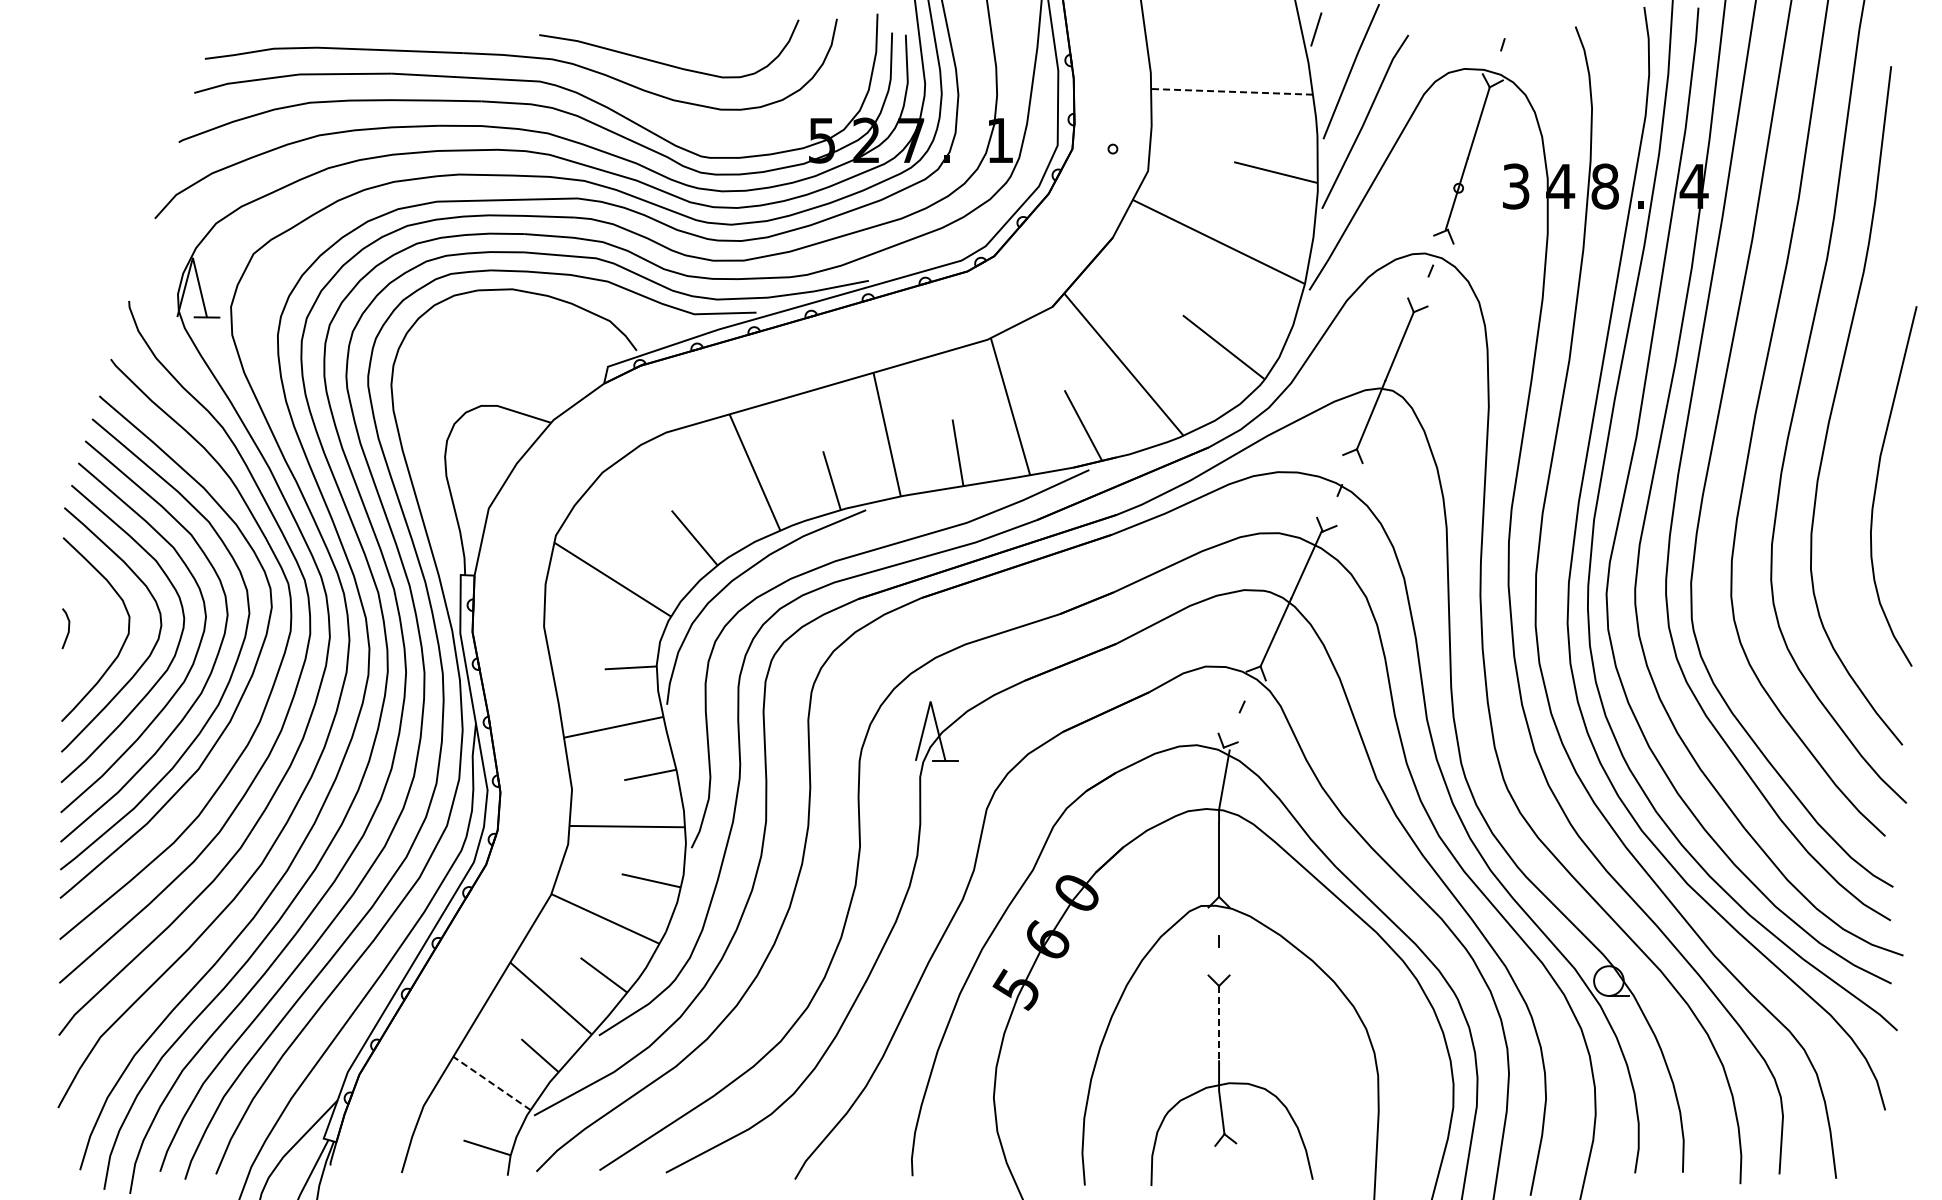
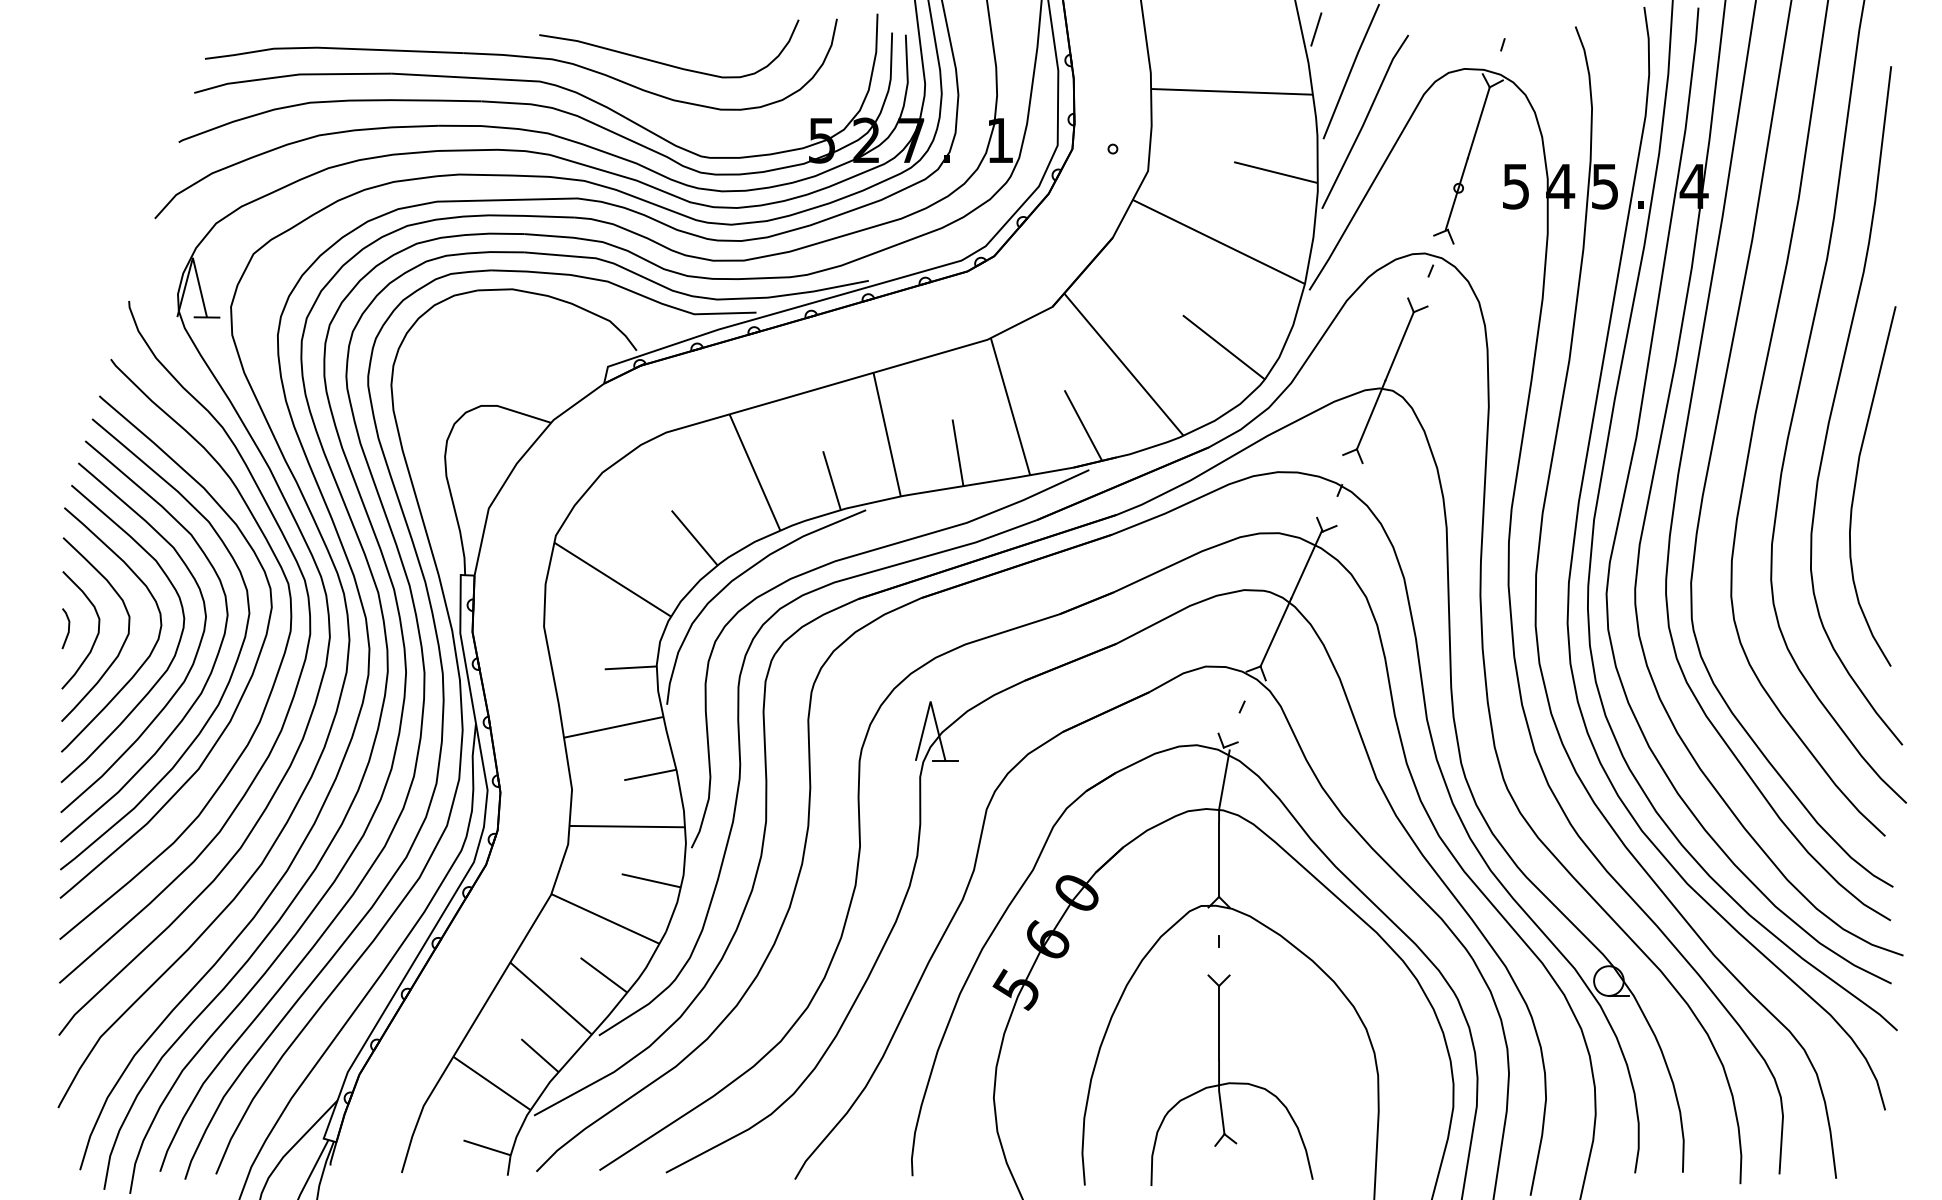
line at (1232, 91): dashed -> solid
text at (1516, 185): 3 -> 5
text at (1604, 186): 8 -> 5
curve at (1877, 484) position: (1877, 484) -> (1856, 484)
curve at (95, 637): none -> present
line at (1219, 1023): dashed -> solid
line at (492, 1083): dashed -> solid
